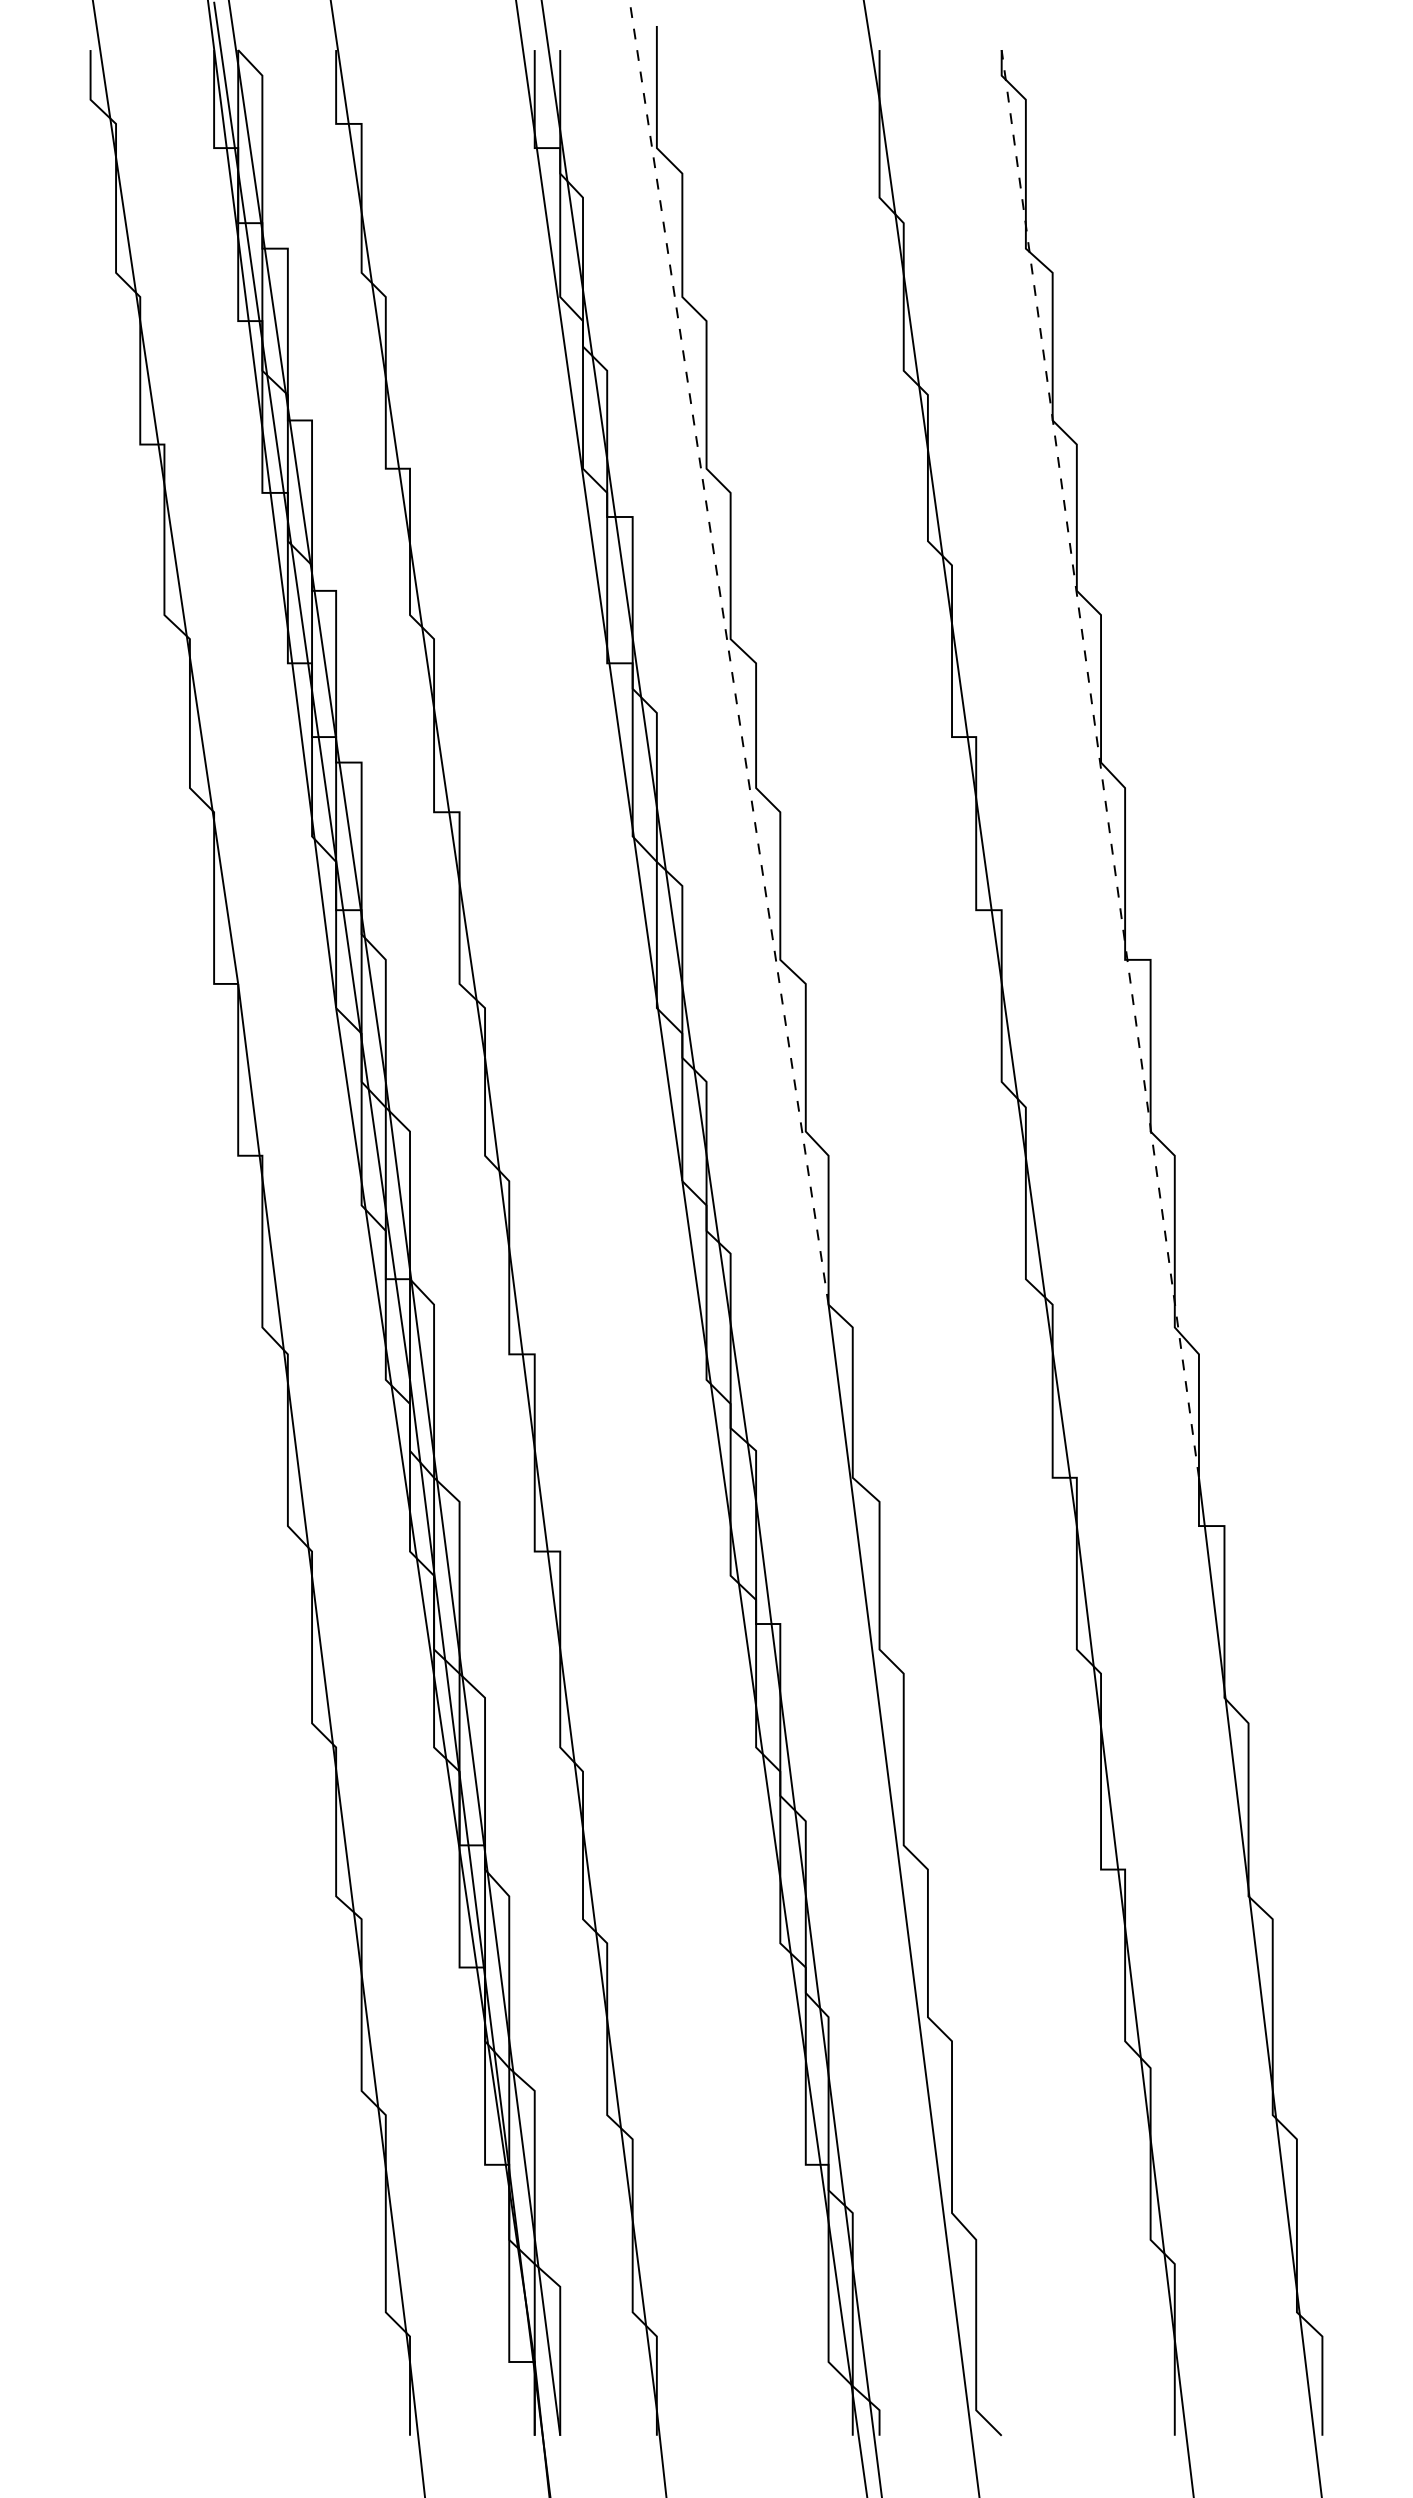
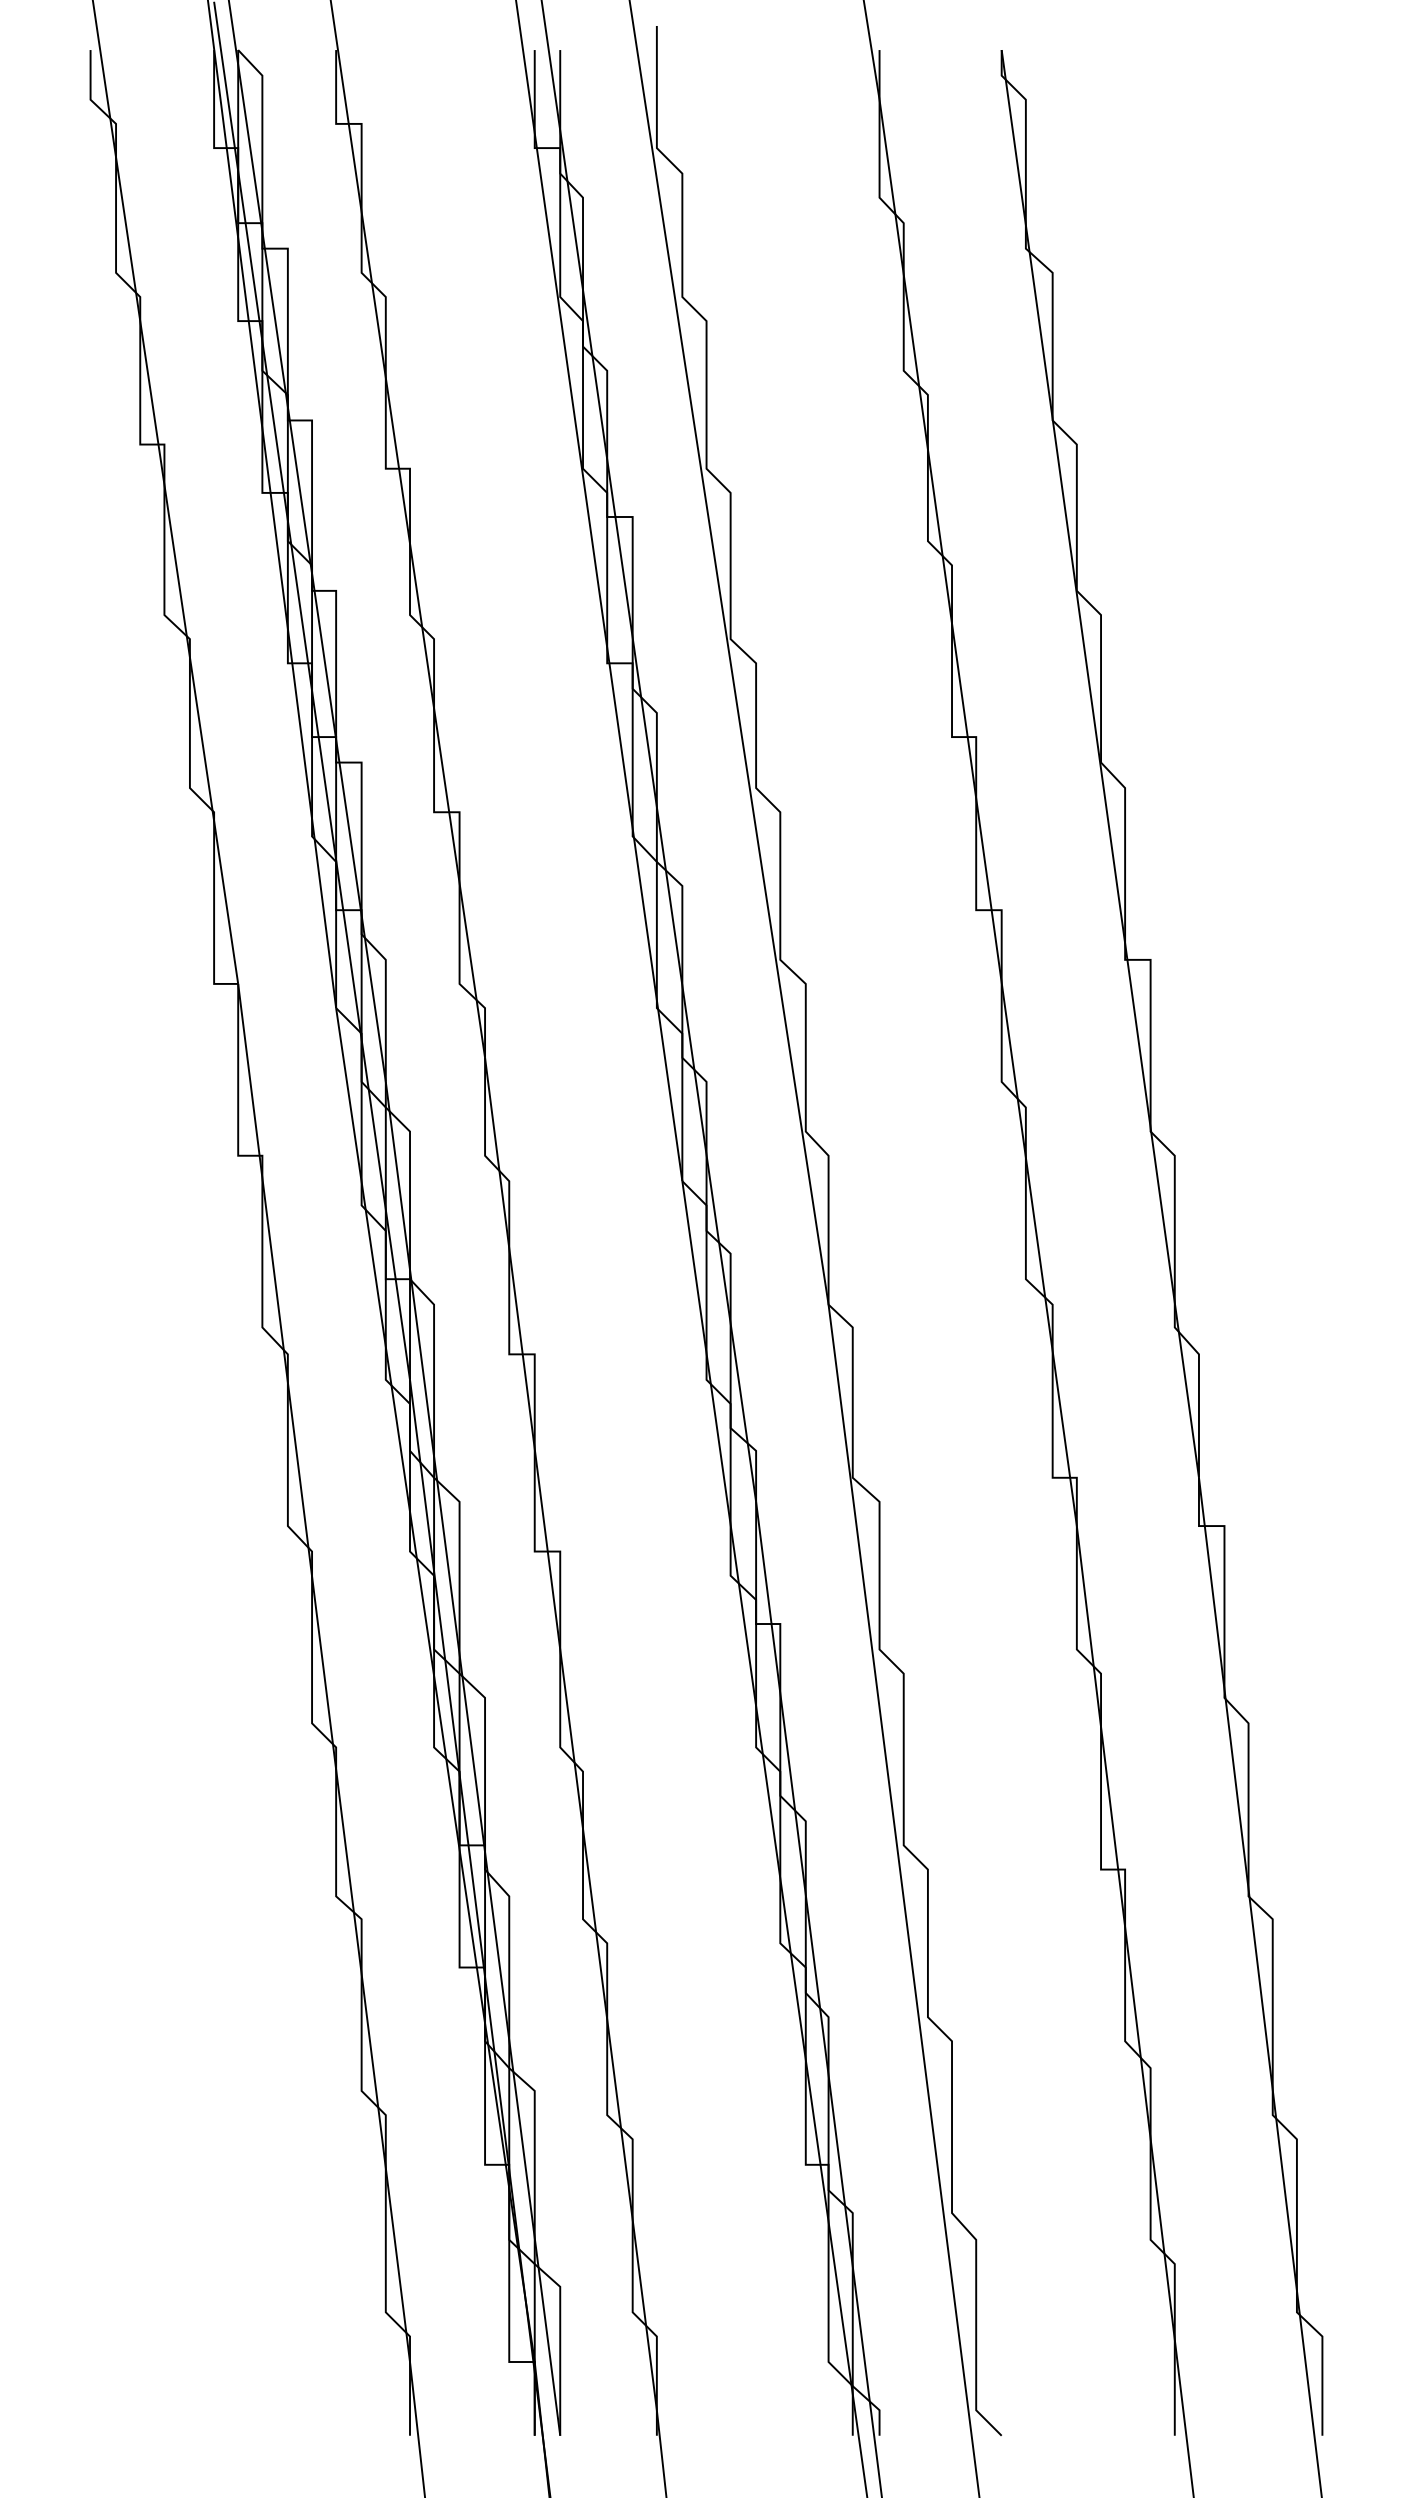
line at (729, 652): dashed -> solid
line at (1100, 763): dashed -> solid
